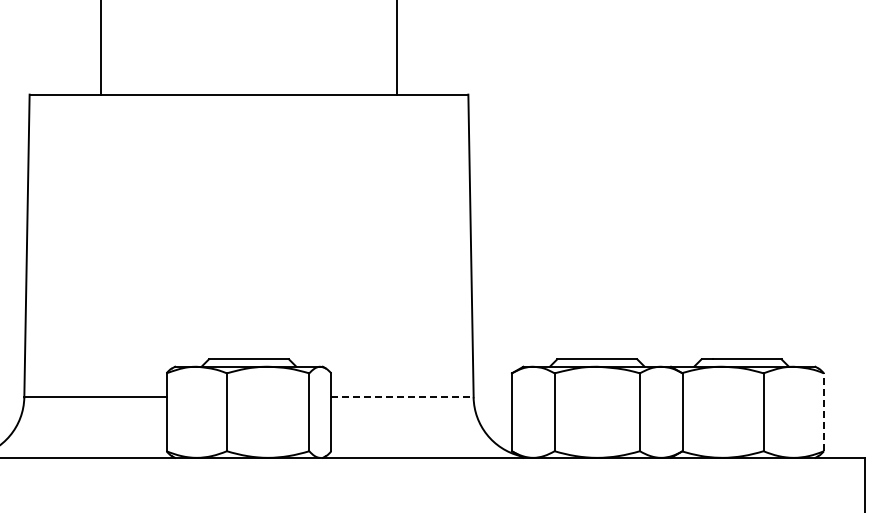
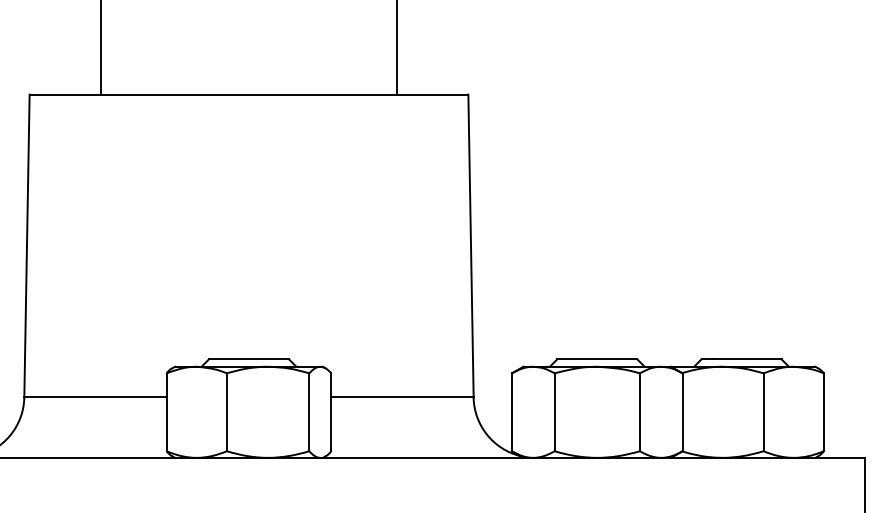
line at (403, 397): dashed -> solid
line at (823, 412): dashed -> solid
